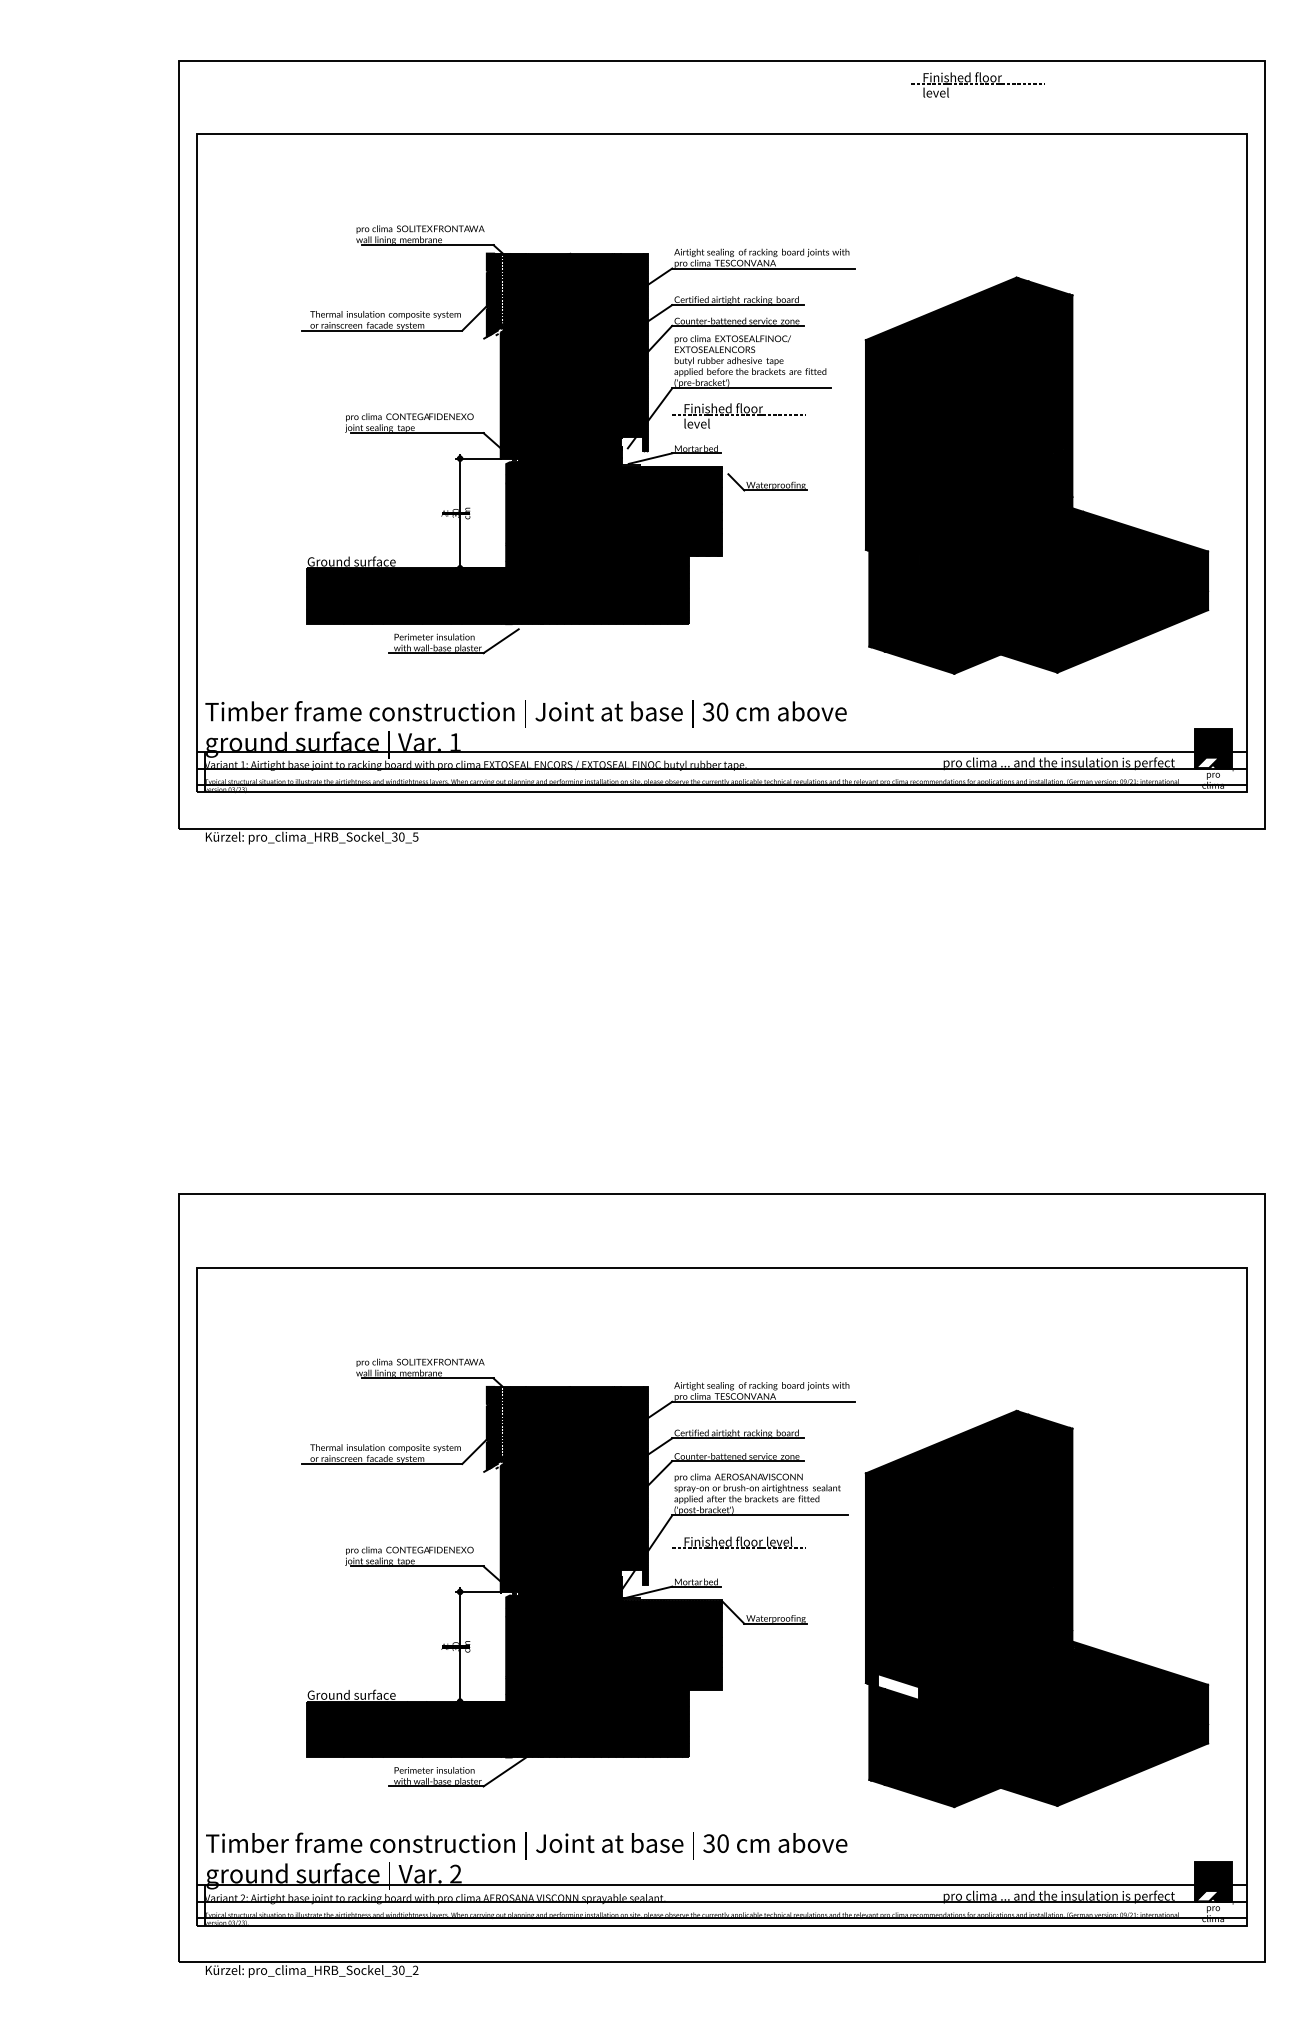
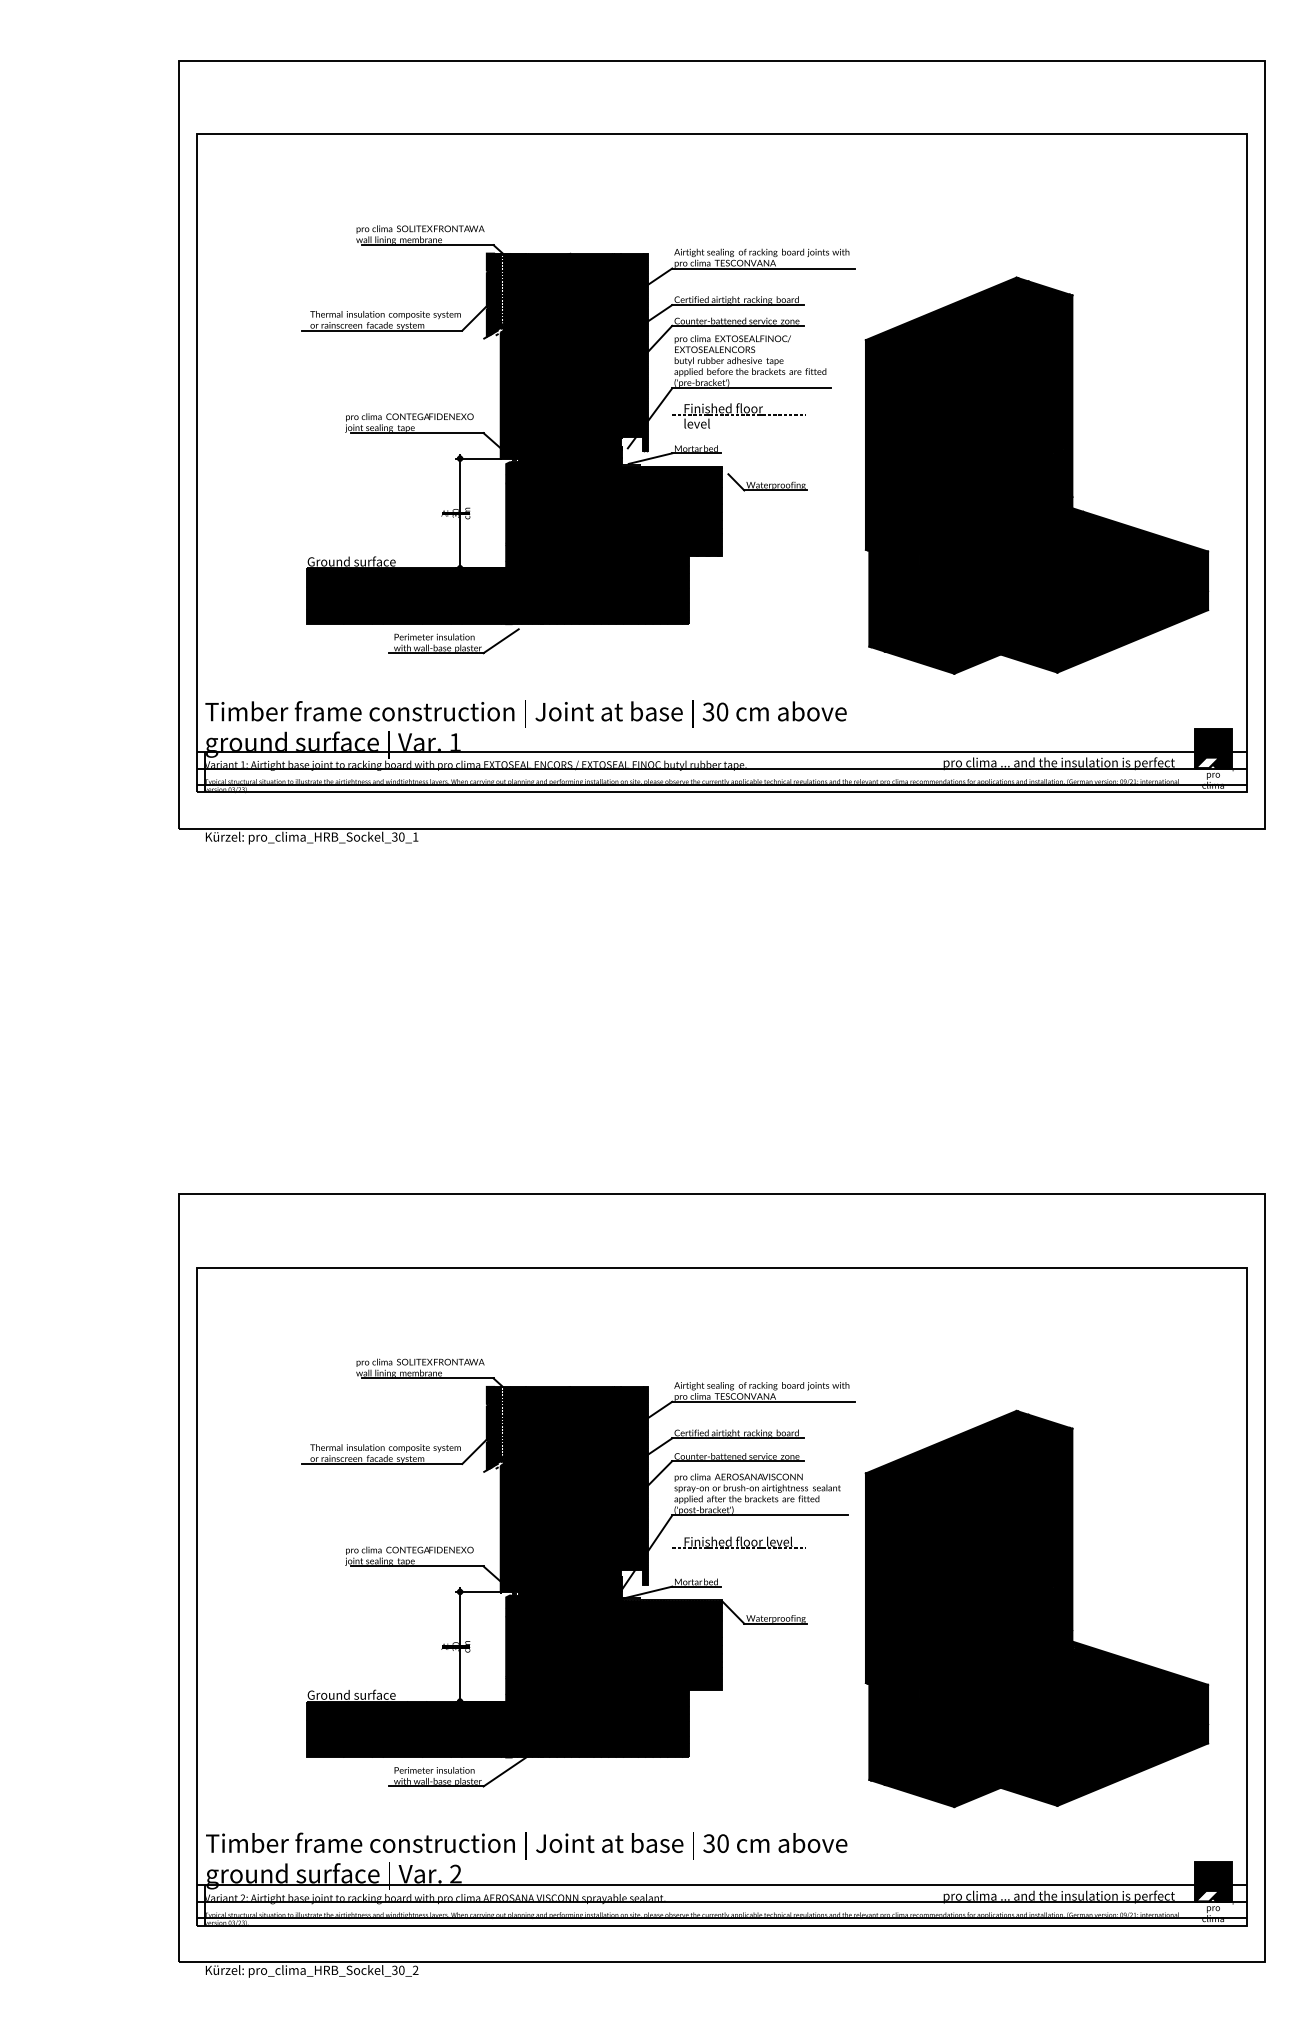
part at (977, 84): present -> none
text at (415, 836): pro_clima_HRB_Sockel_30_5 -> pro_clima_HRB_Sockel_30_1
fill at (898, 1687): none -> present
